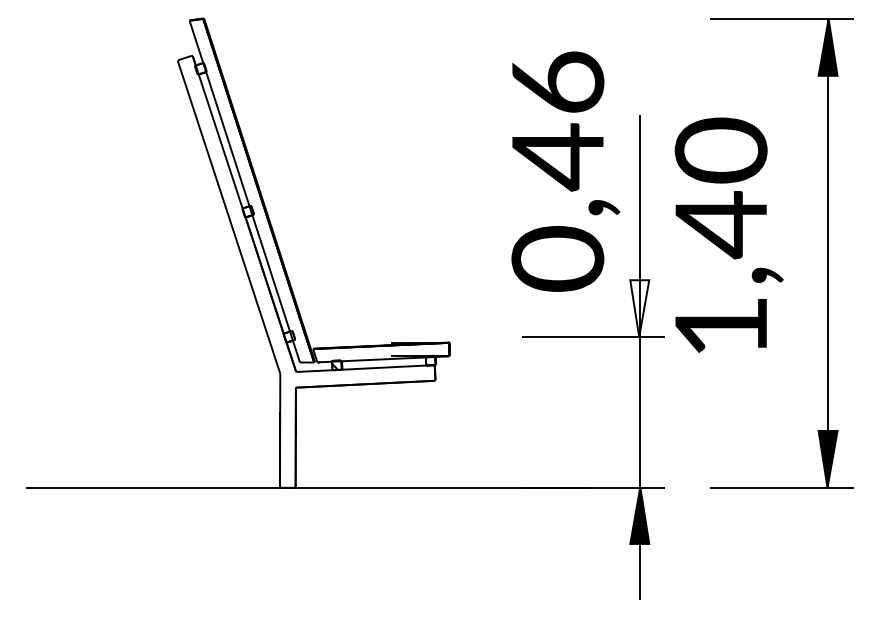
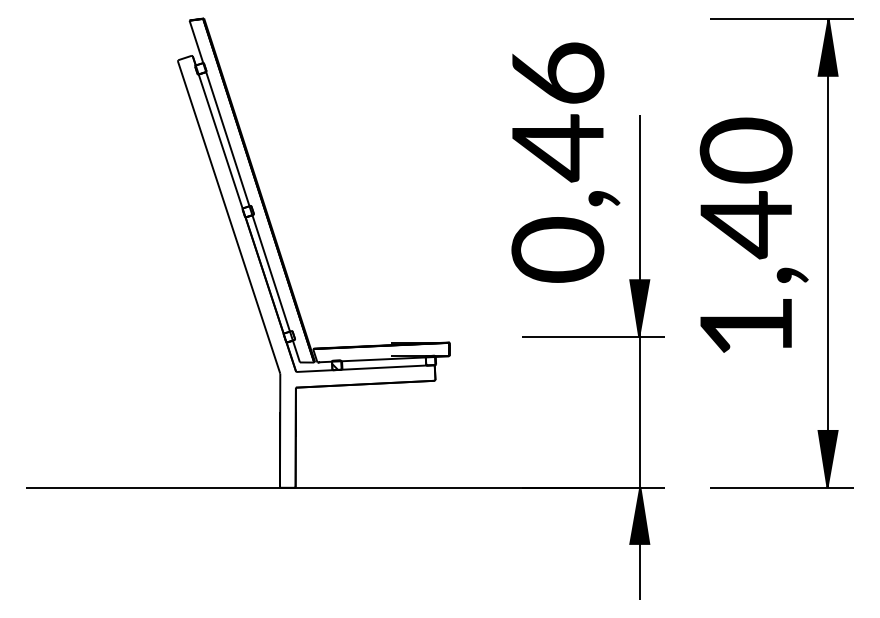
text at (565, 171) position: (565, 171) -> (565, 162)
text at (728, 234) position: (728, 234) -> (753, 234)
fill at (639, 308): none -> present
